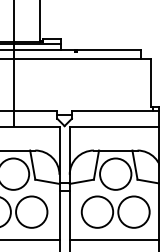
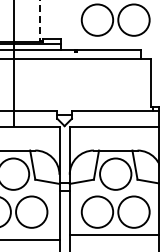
part at (115, 19): none -> present
line at (40, 21): solid -> dashed
line at (112, 239) position: (112, 239) -> (112, 234)
